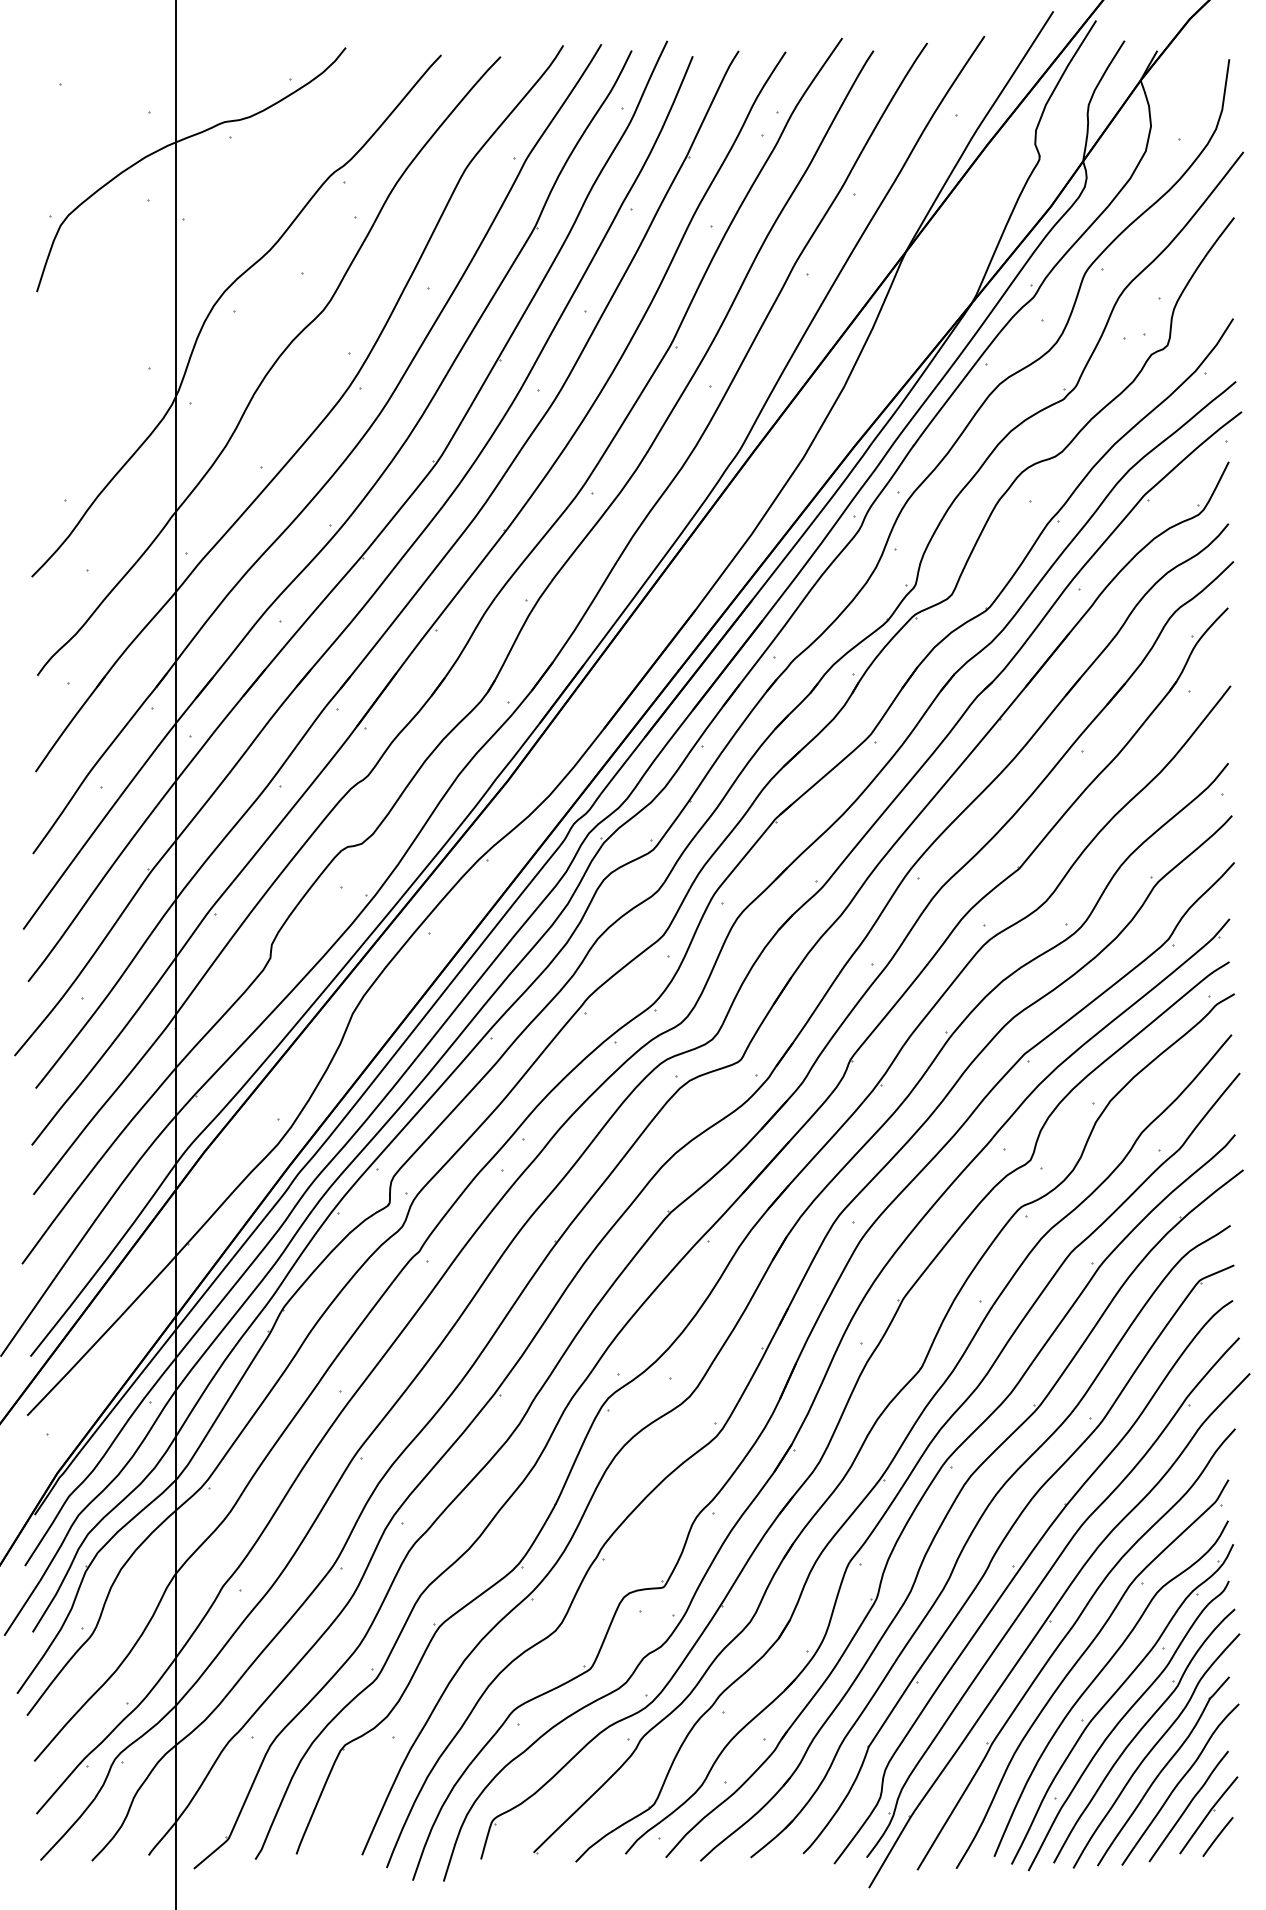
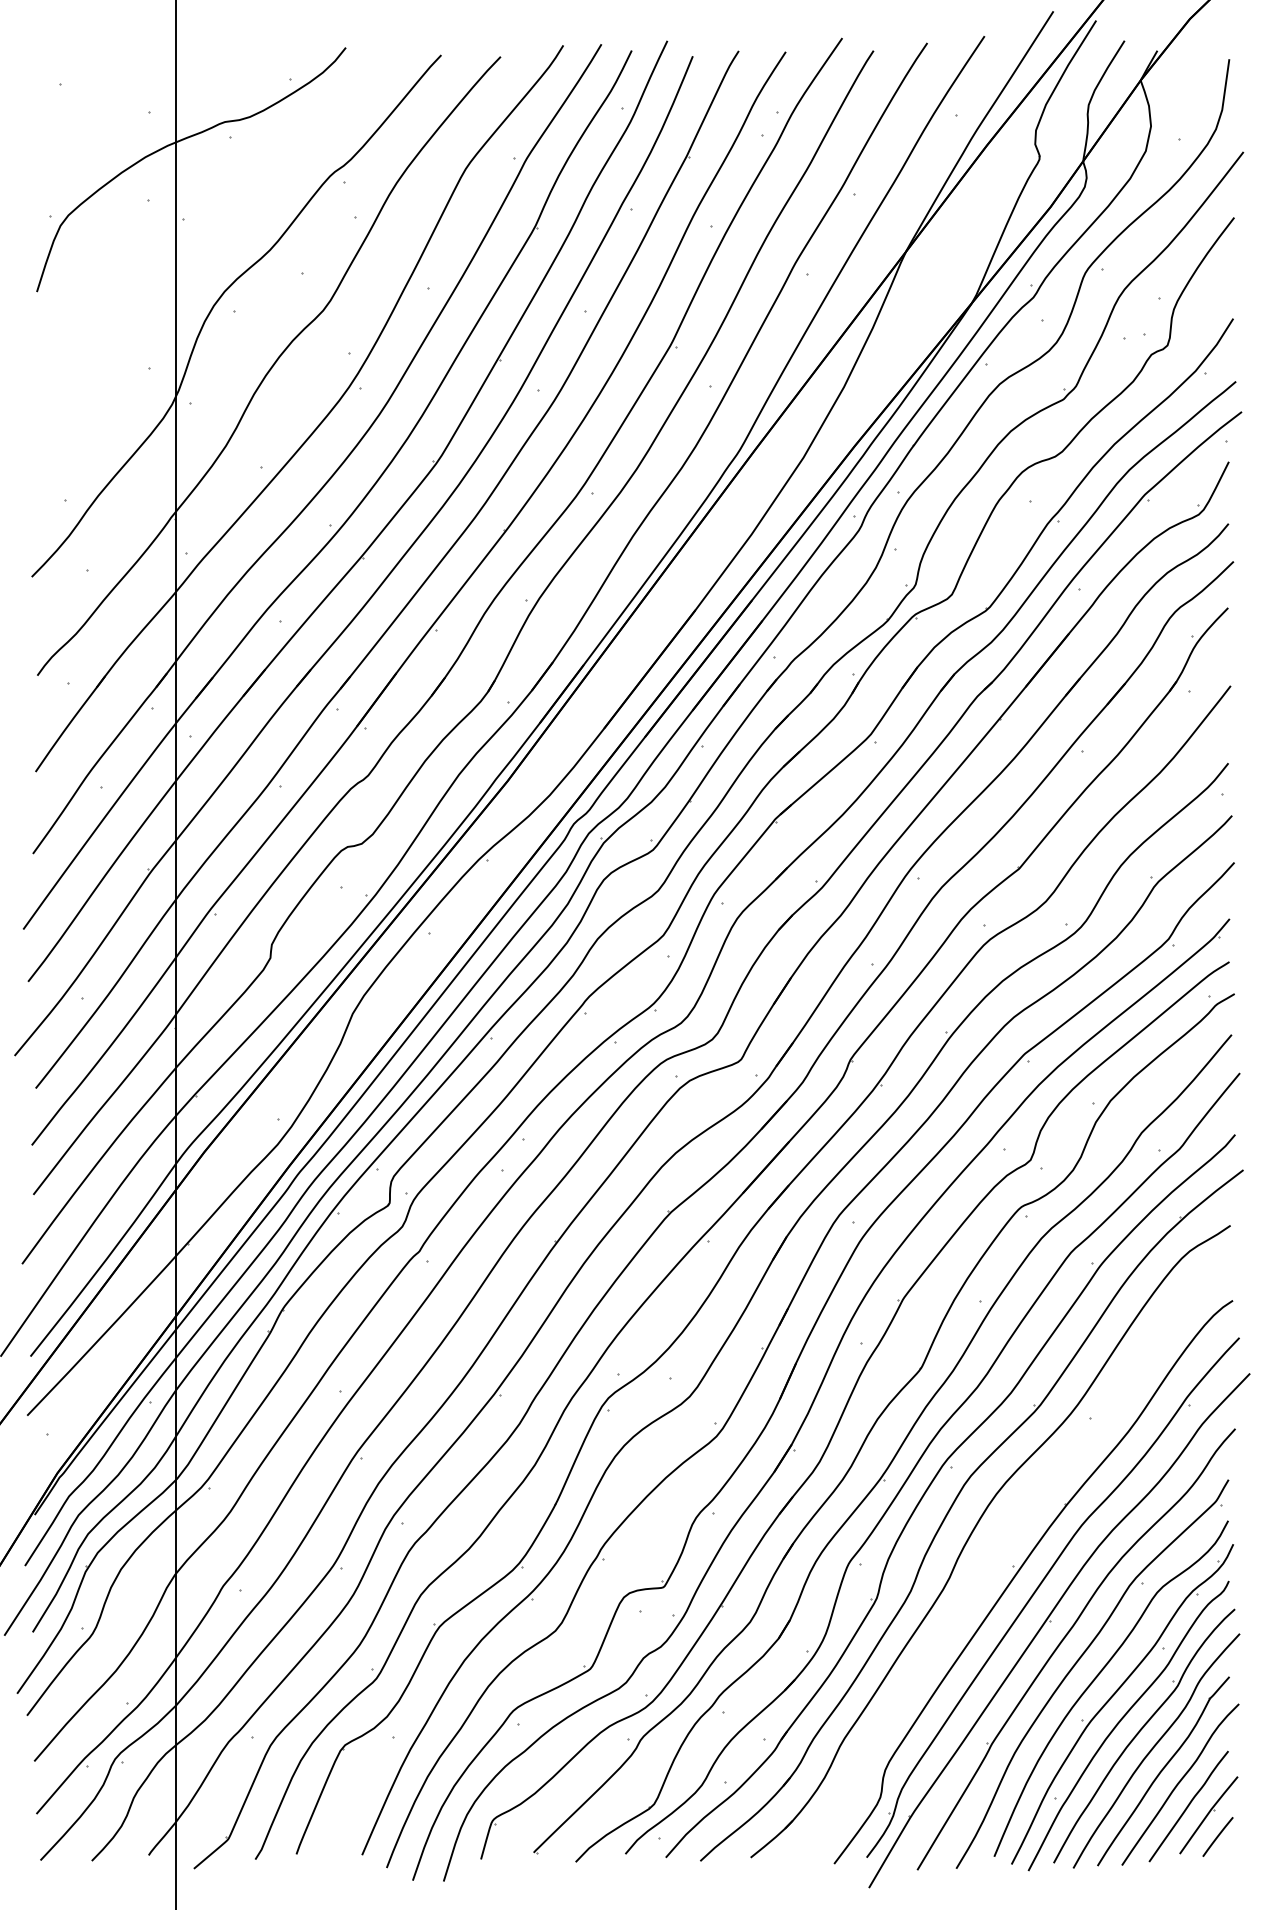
part at (1000, 1547): present -> none
